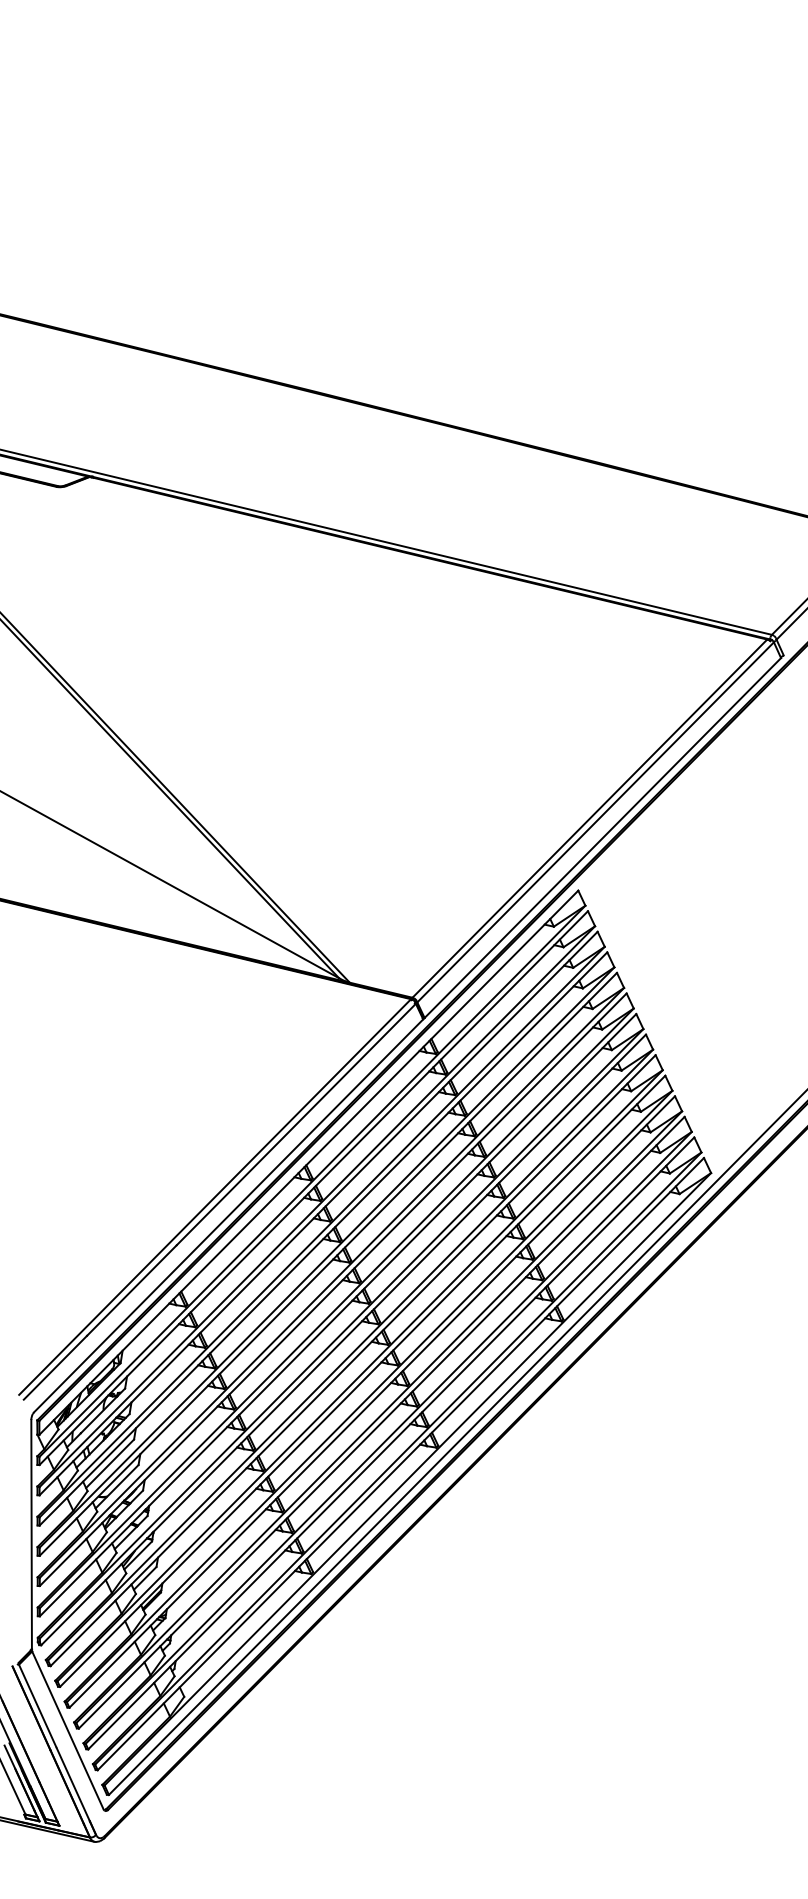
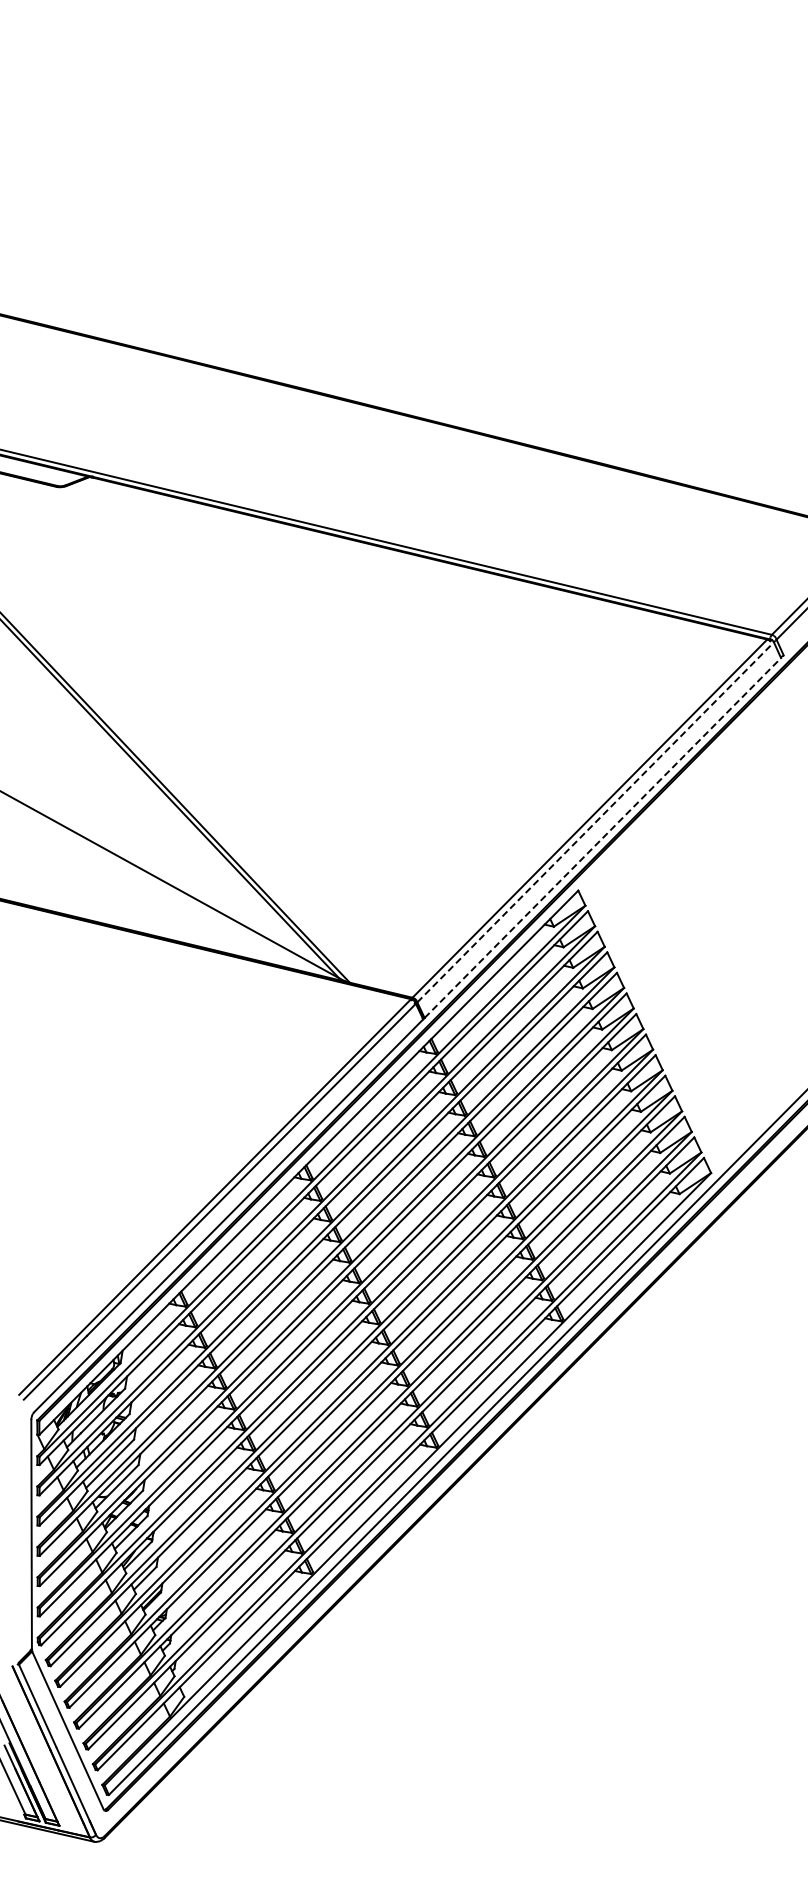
line at (595, 822): solid -> dashed
line at (603, 837): solid -> dashed
